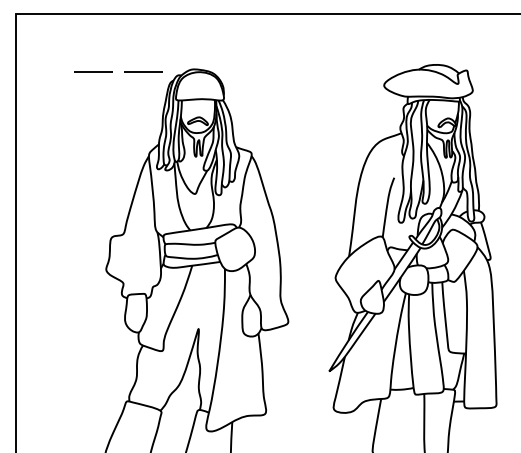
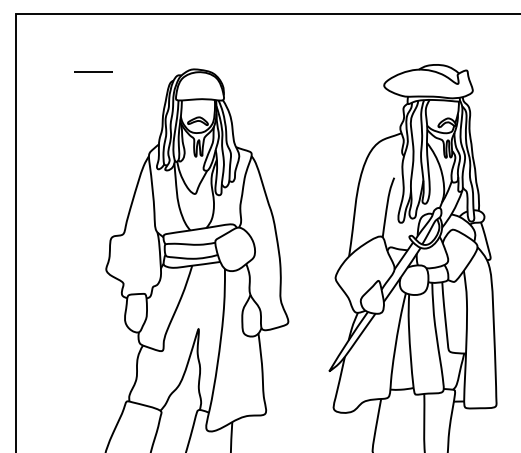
line at (143, 71): present -> none
